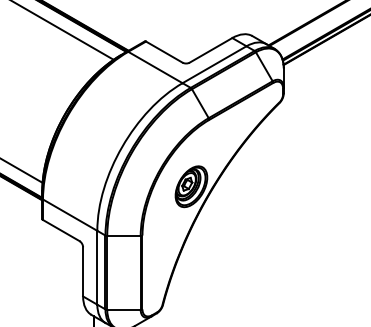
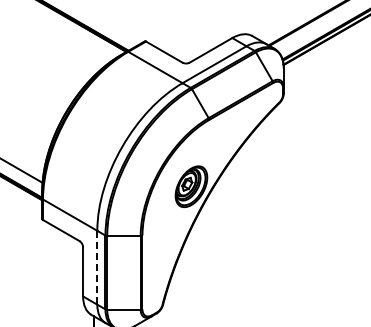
line at (63, 30): present -> none
line at (97, 267): solid -> dashed
